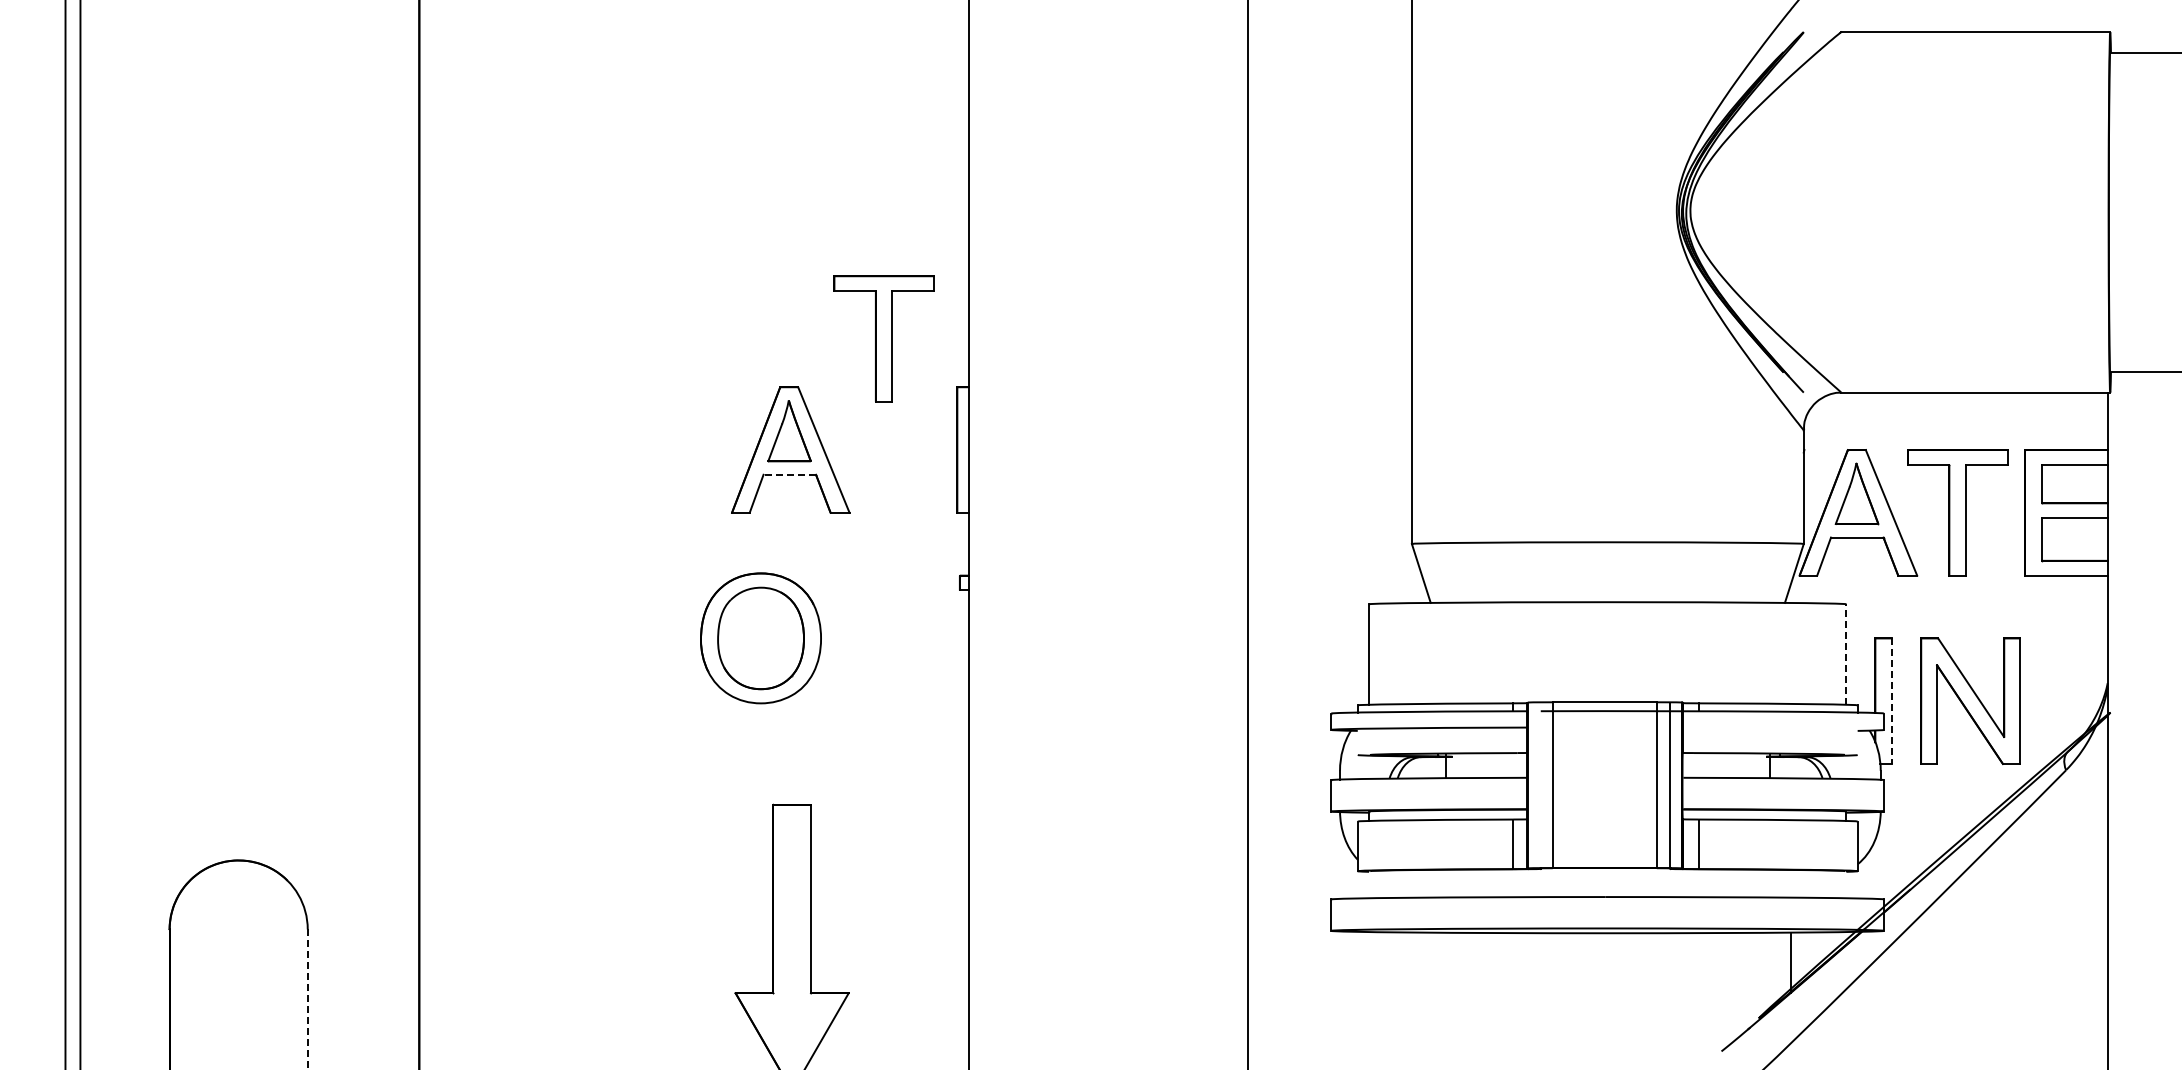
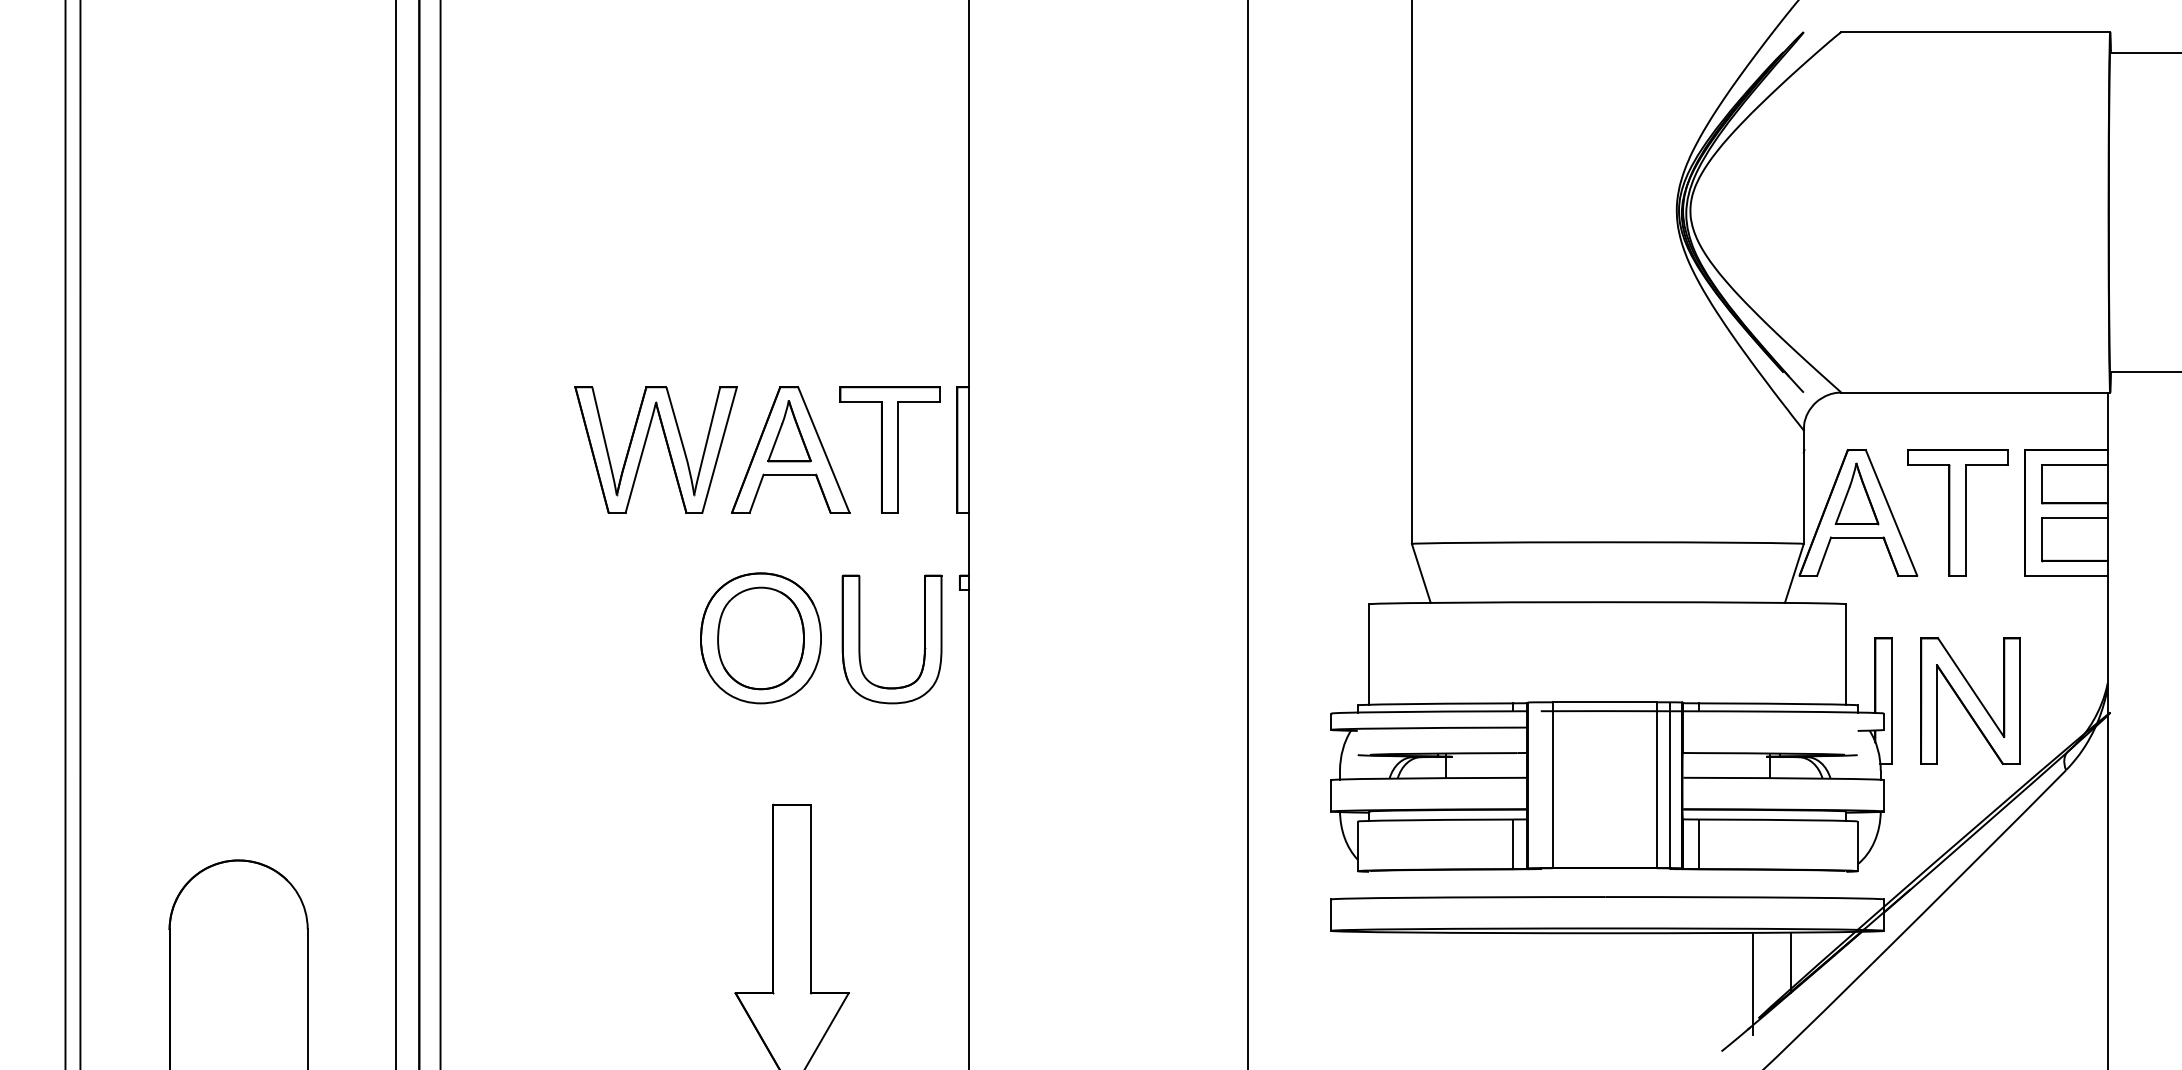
part at (883, 338) position: (883, 338) -> (889, 449)
part at (645, 445): none -> present
line at (789, 474): dashed -> solid
line at (395, 534): none -> present
line at (440, 534): none -> present
part at (860, 639): none -> present
line at (1846, 654): dashed -> solid
line at (1892, 701): dashed -> solid
line at (1753, 983): none -> present
line at (307, 1000): dashed -> solid
